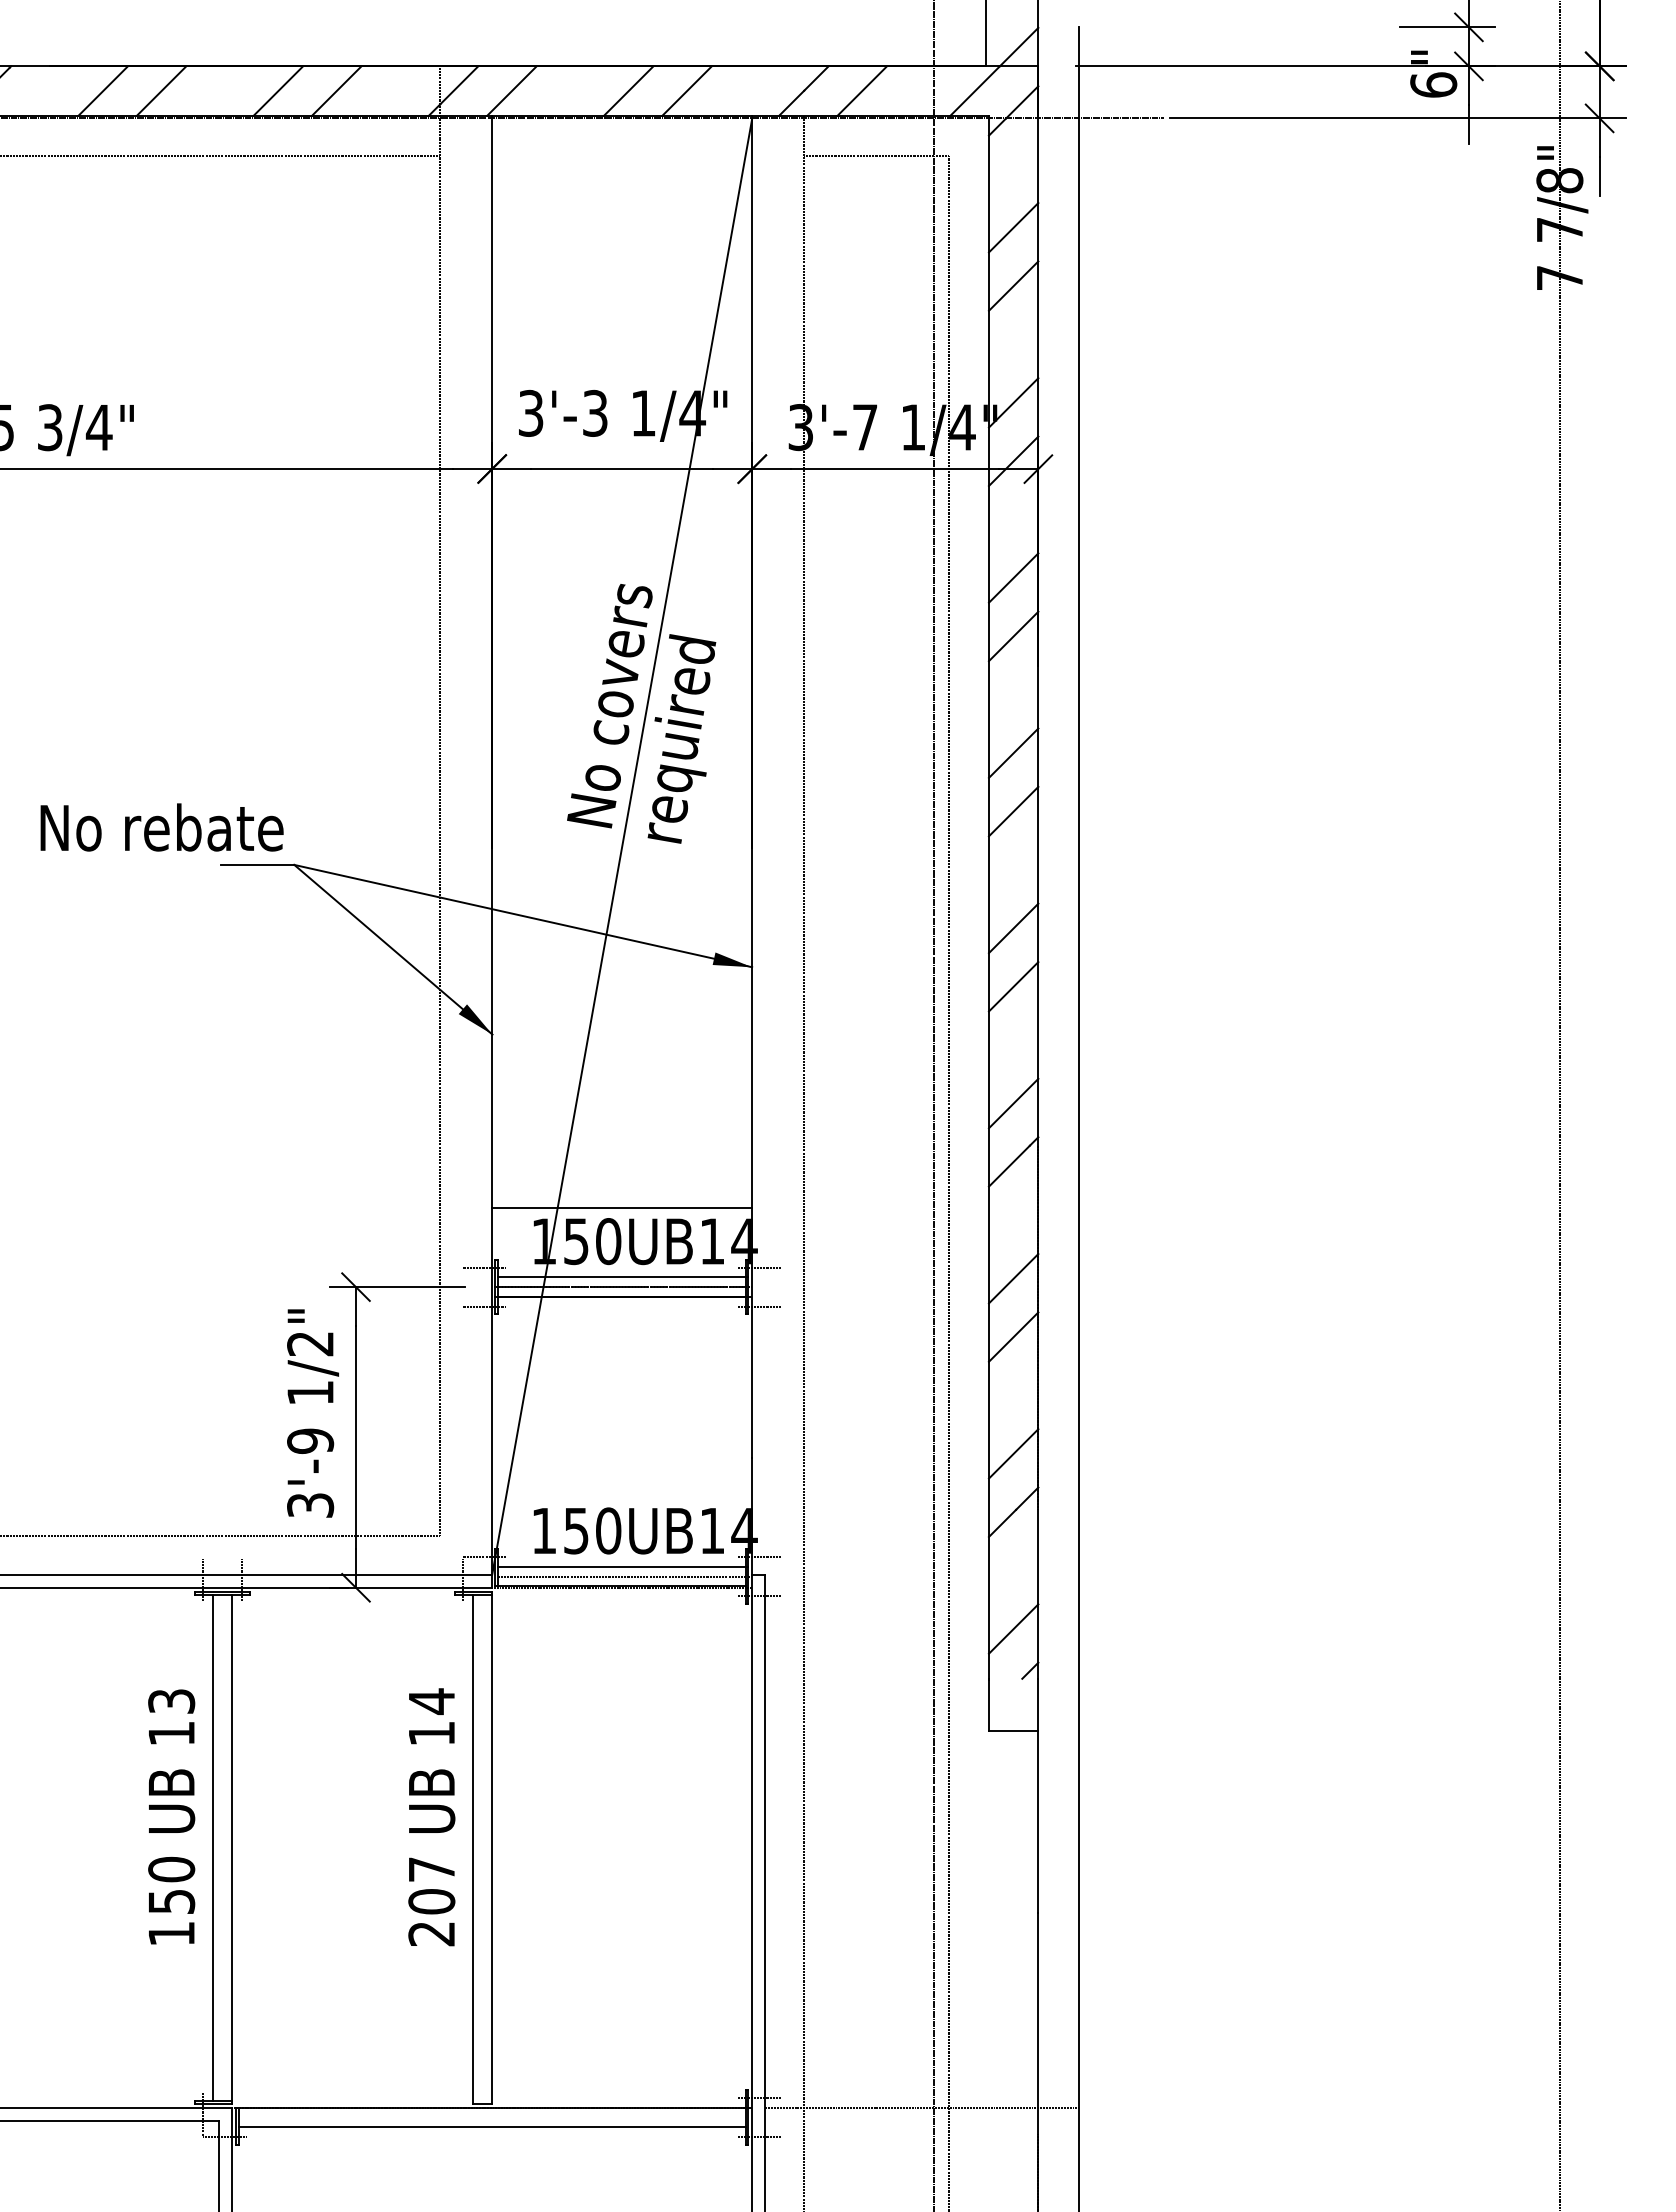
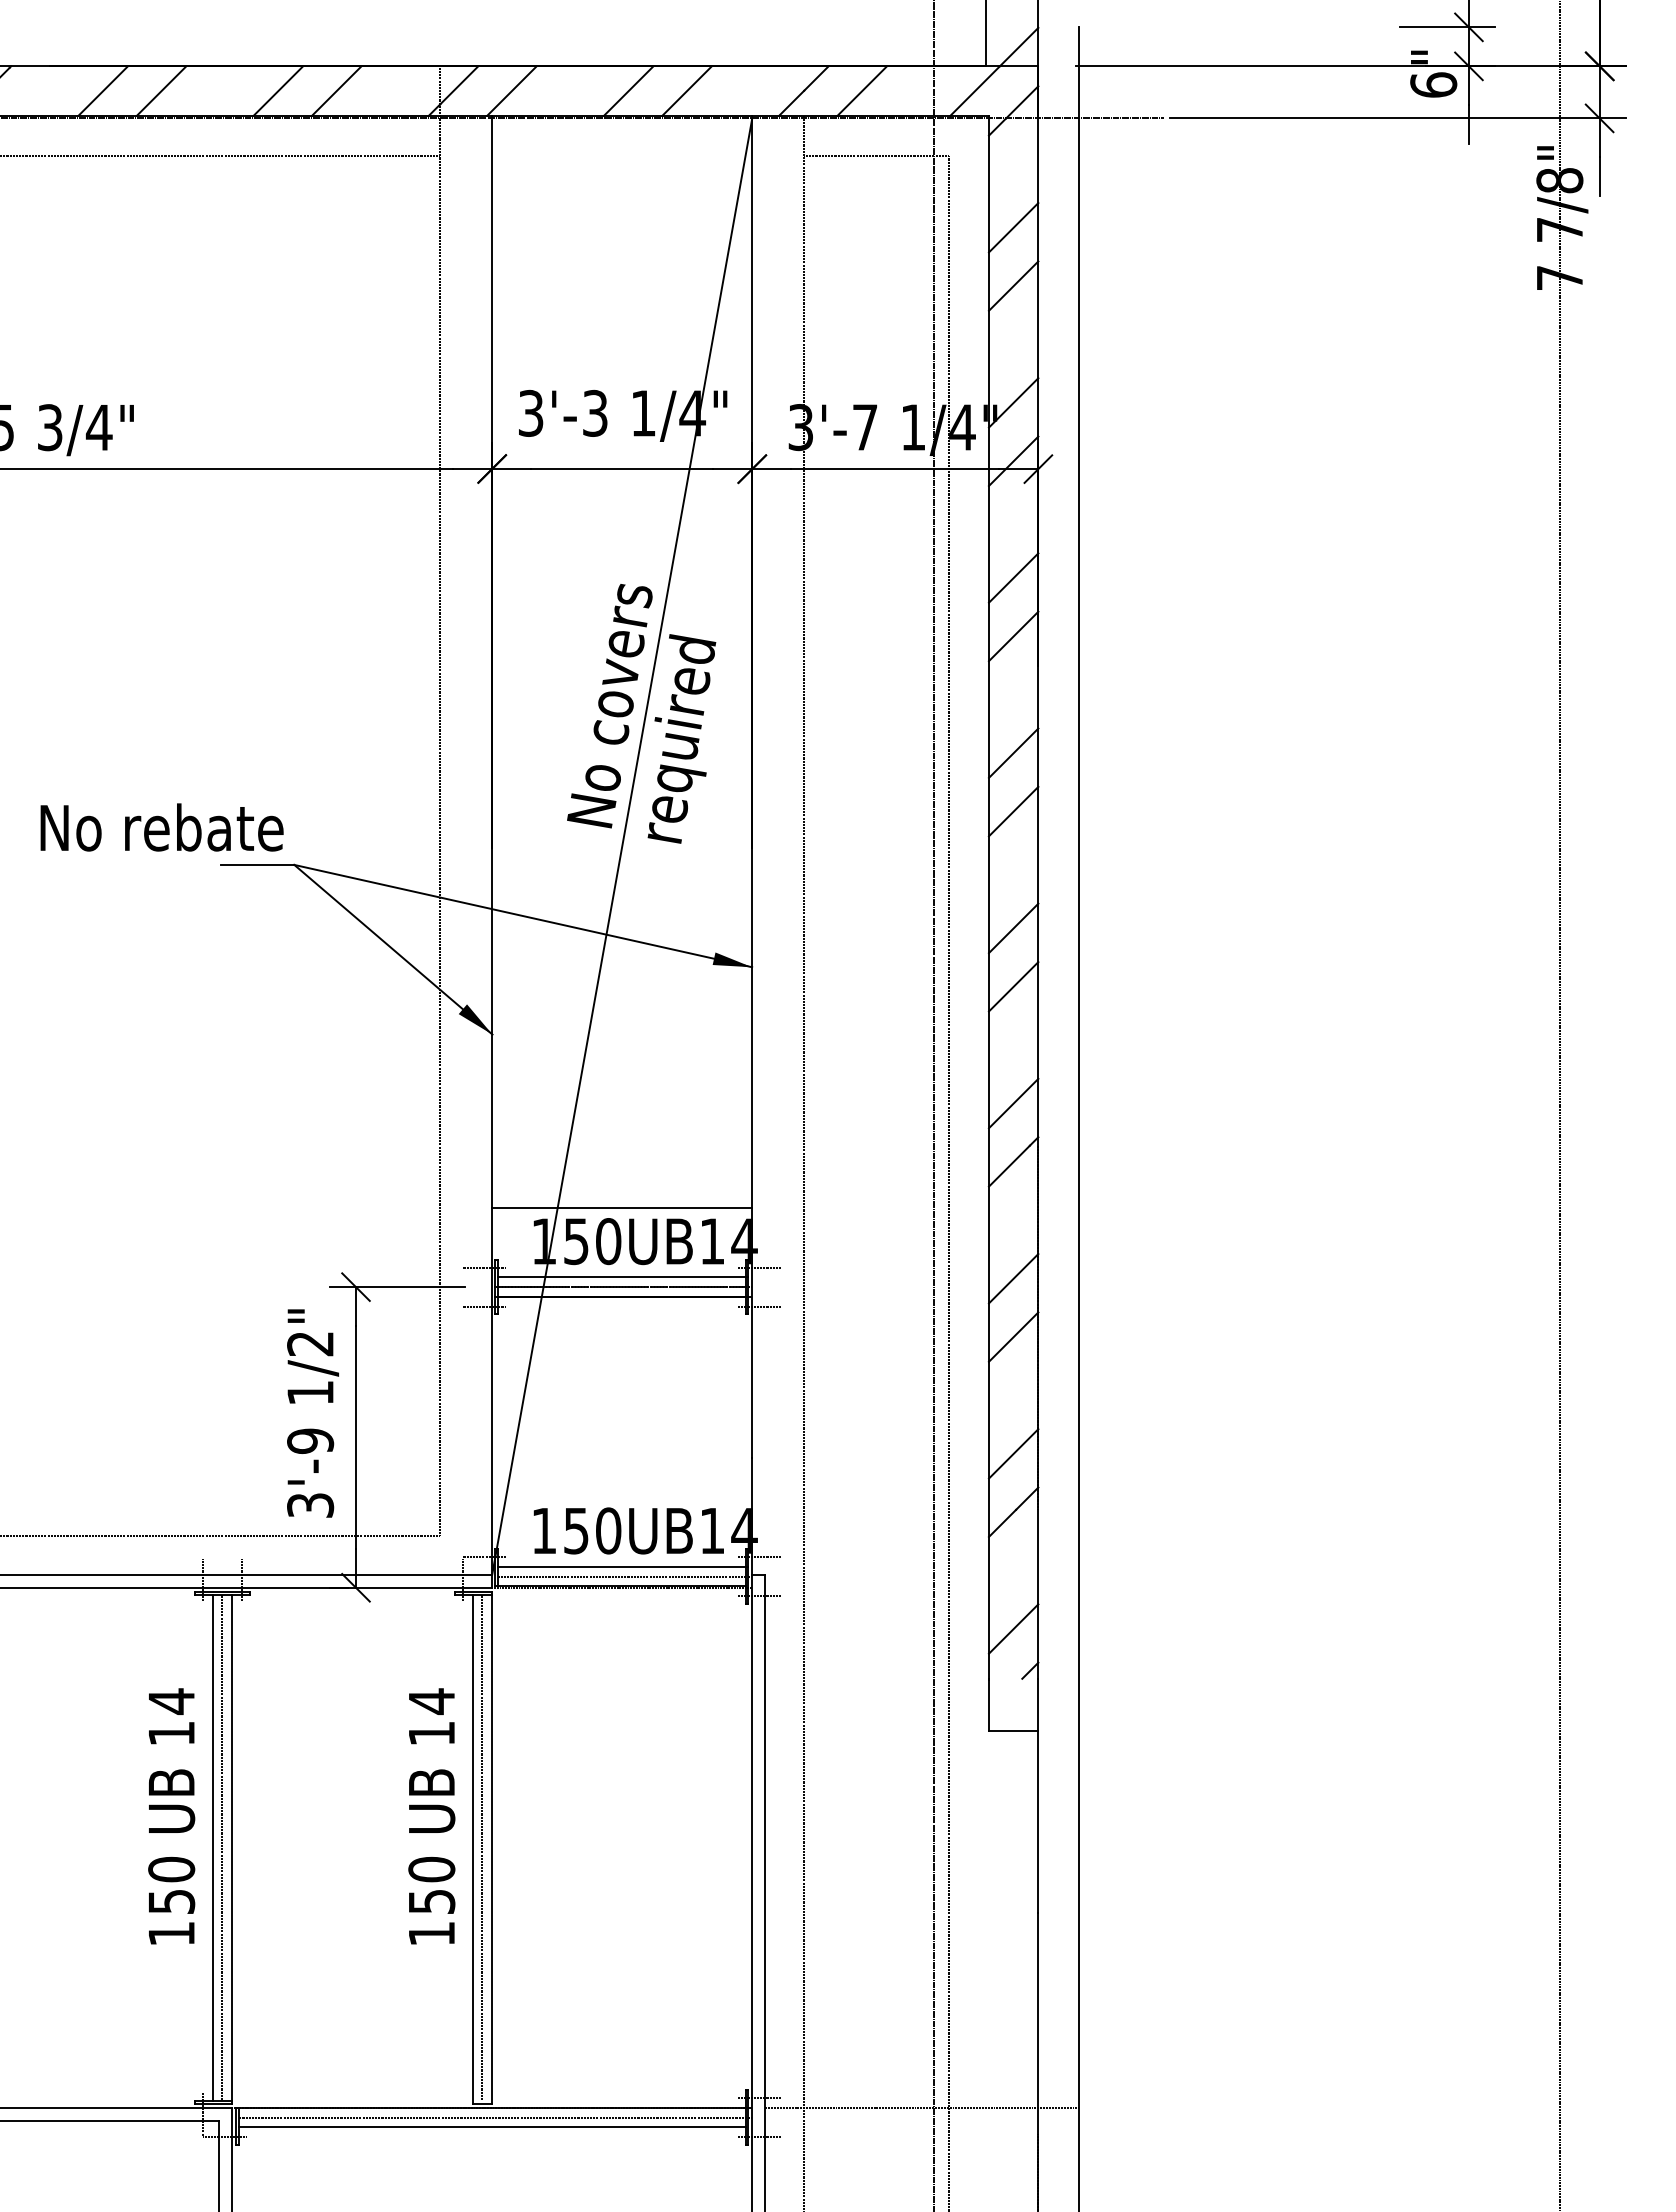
text at (171, 1701): 13 -> 14
line at (222, 1847): none -> present
line at (482, 1847): none -> present
text at (431, 1901): 207 -> 150
line at (495, 2117): none -> present
